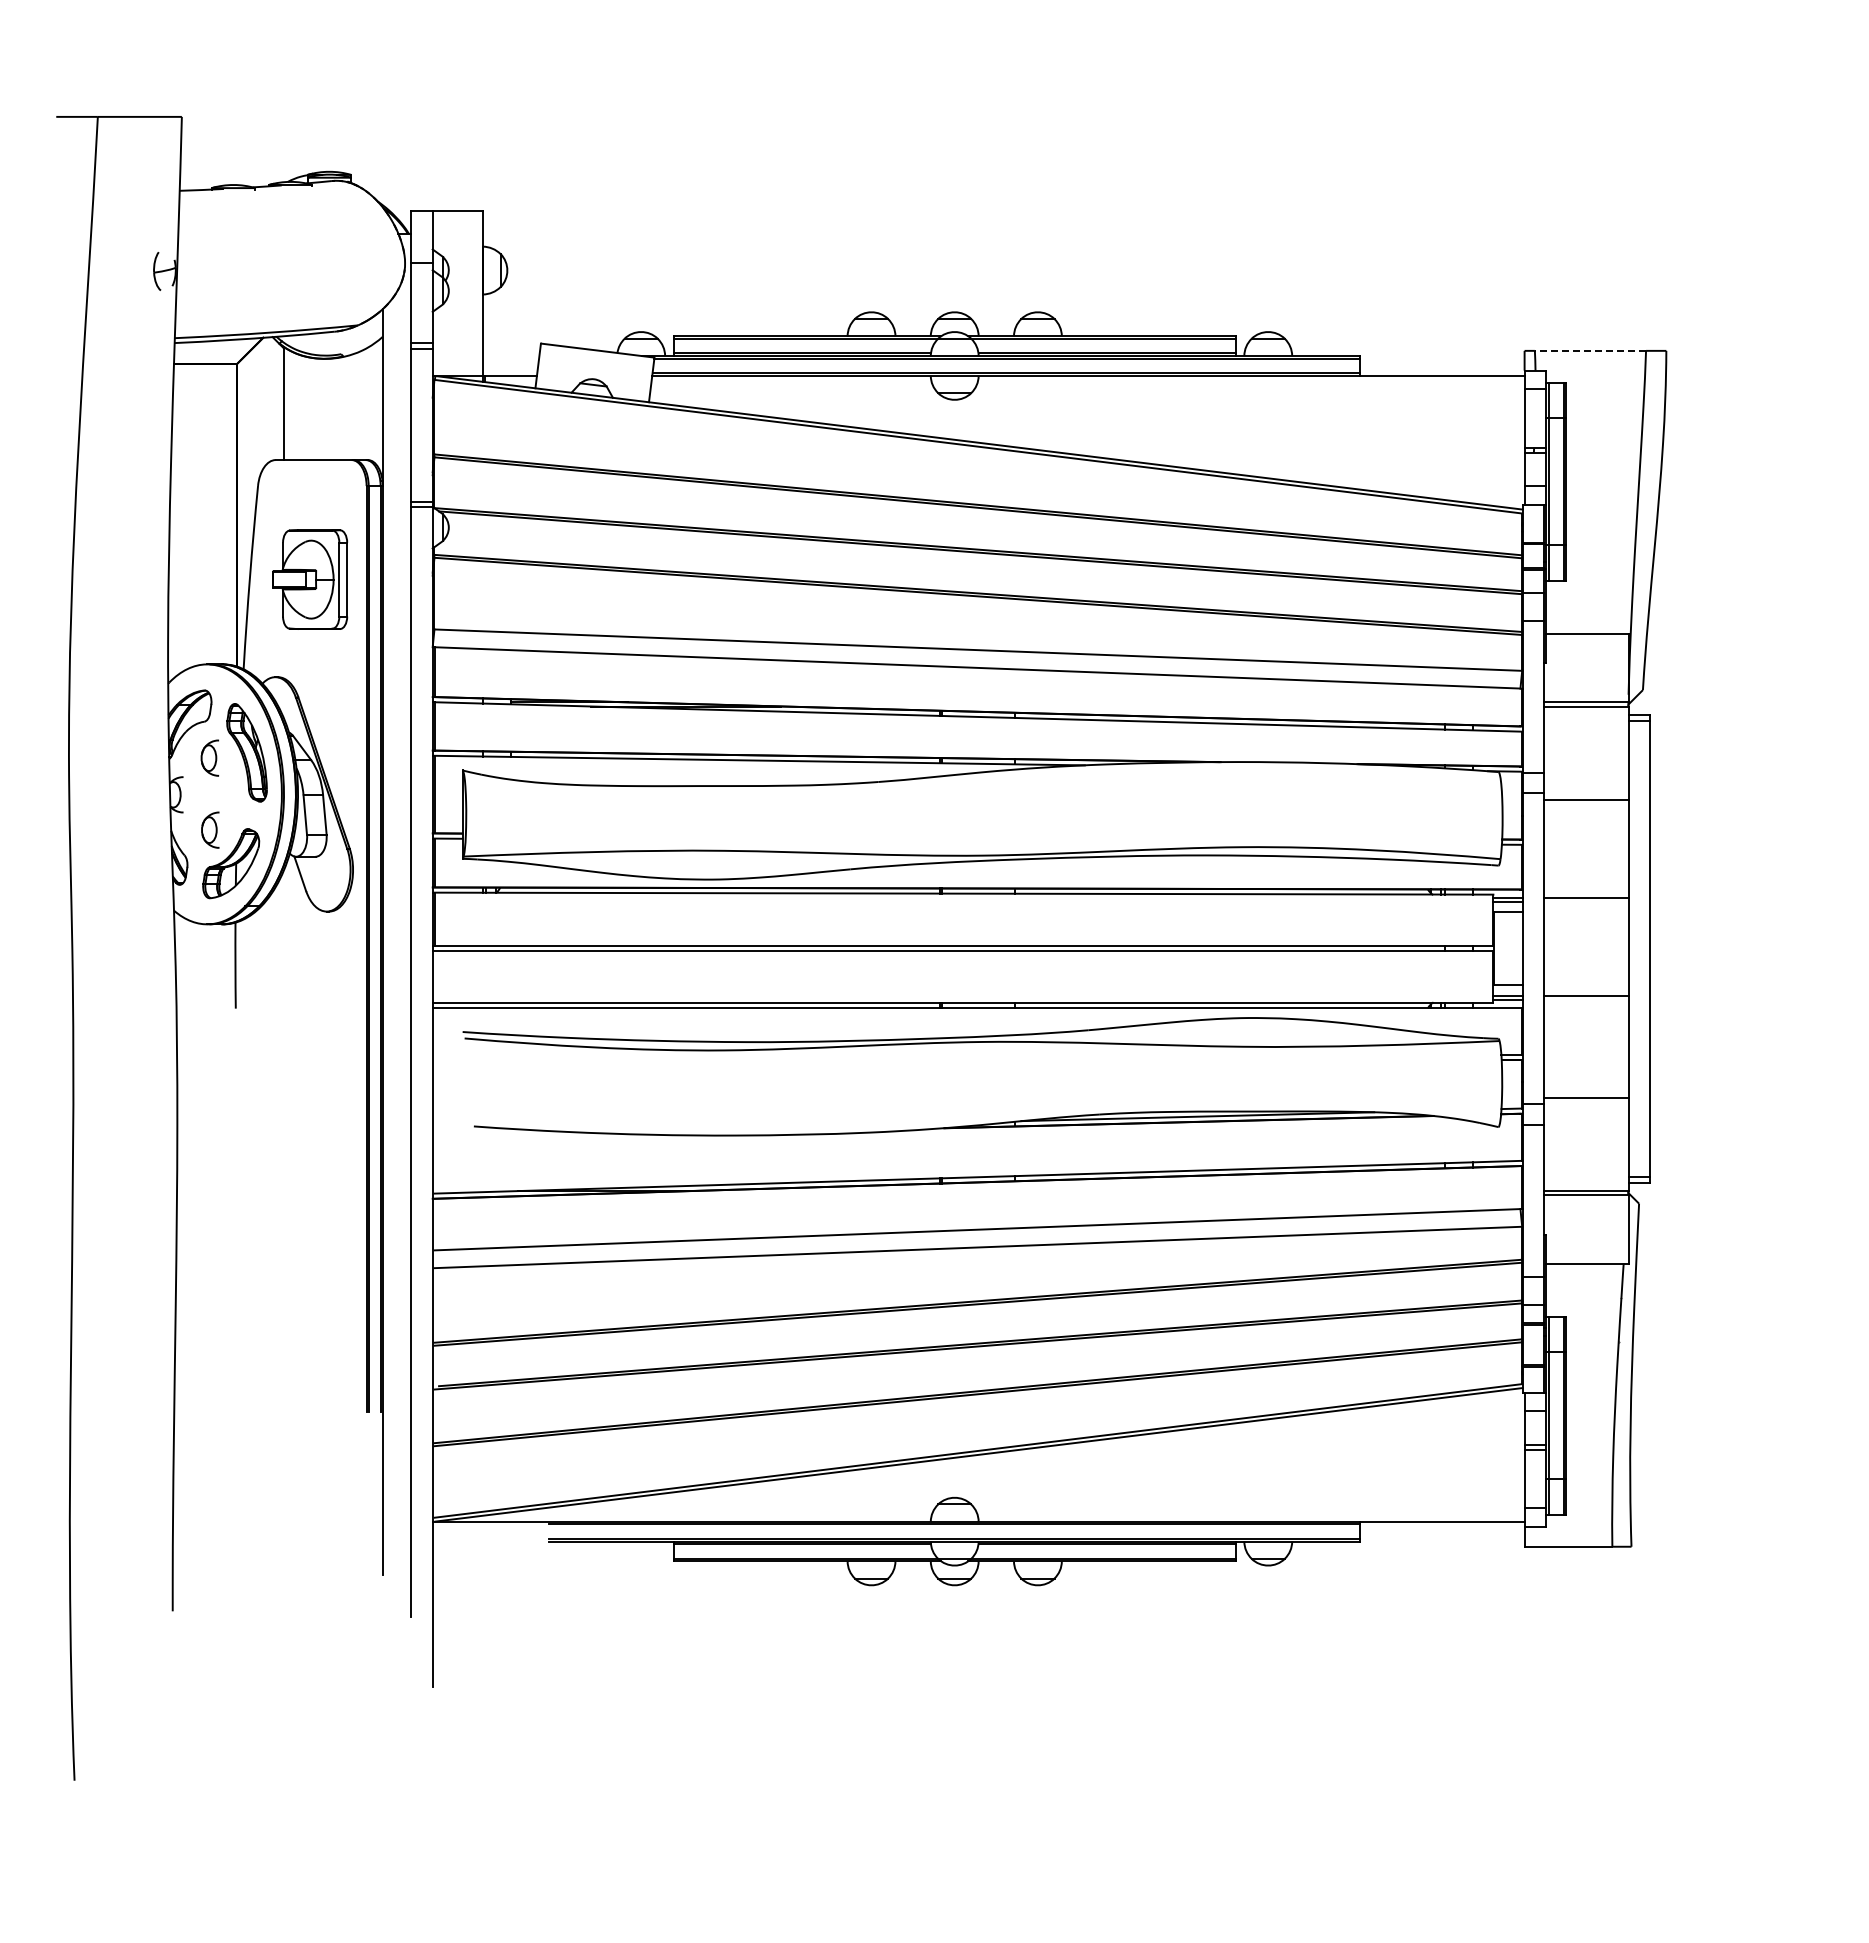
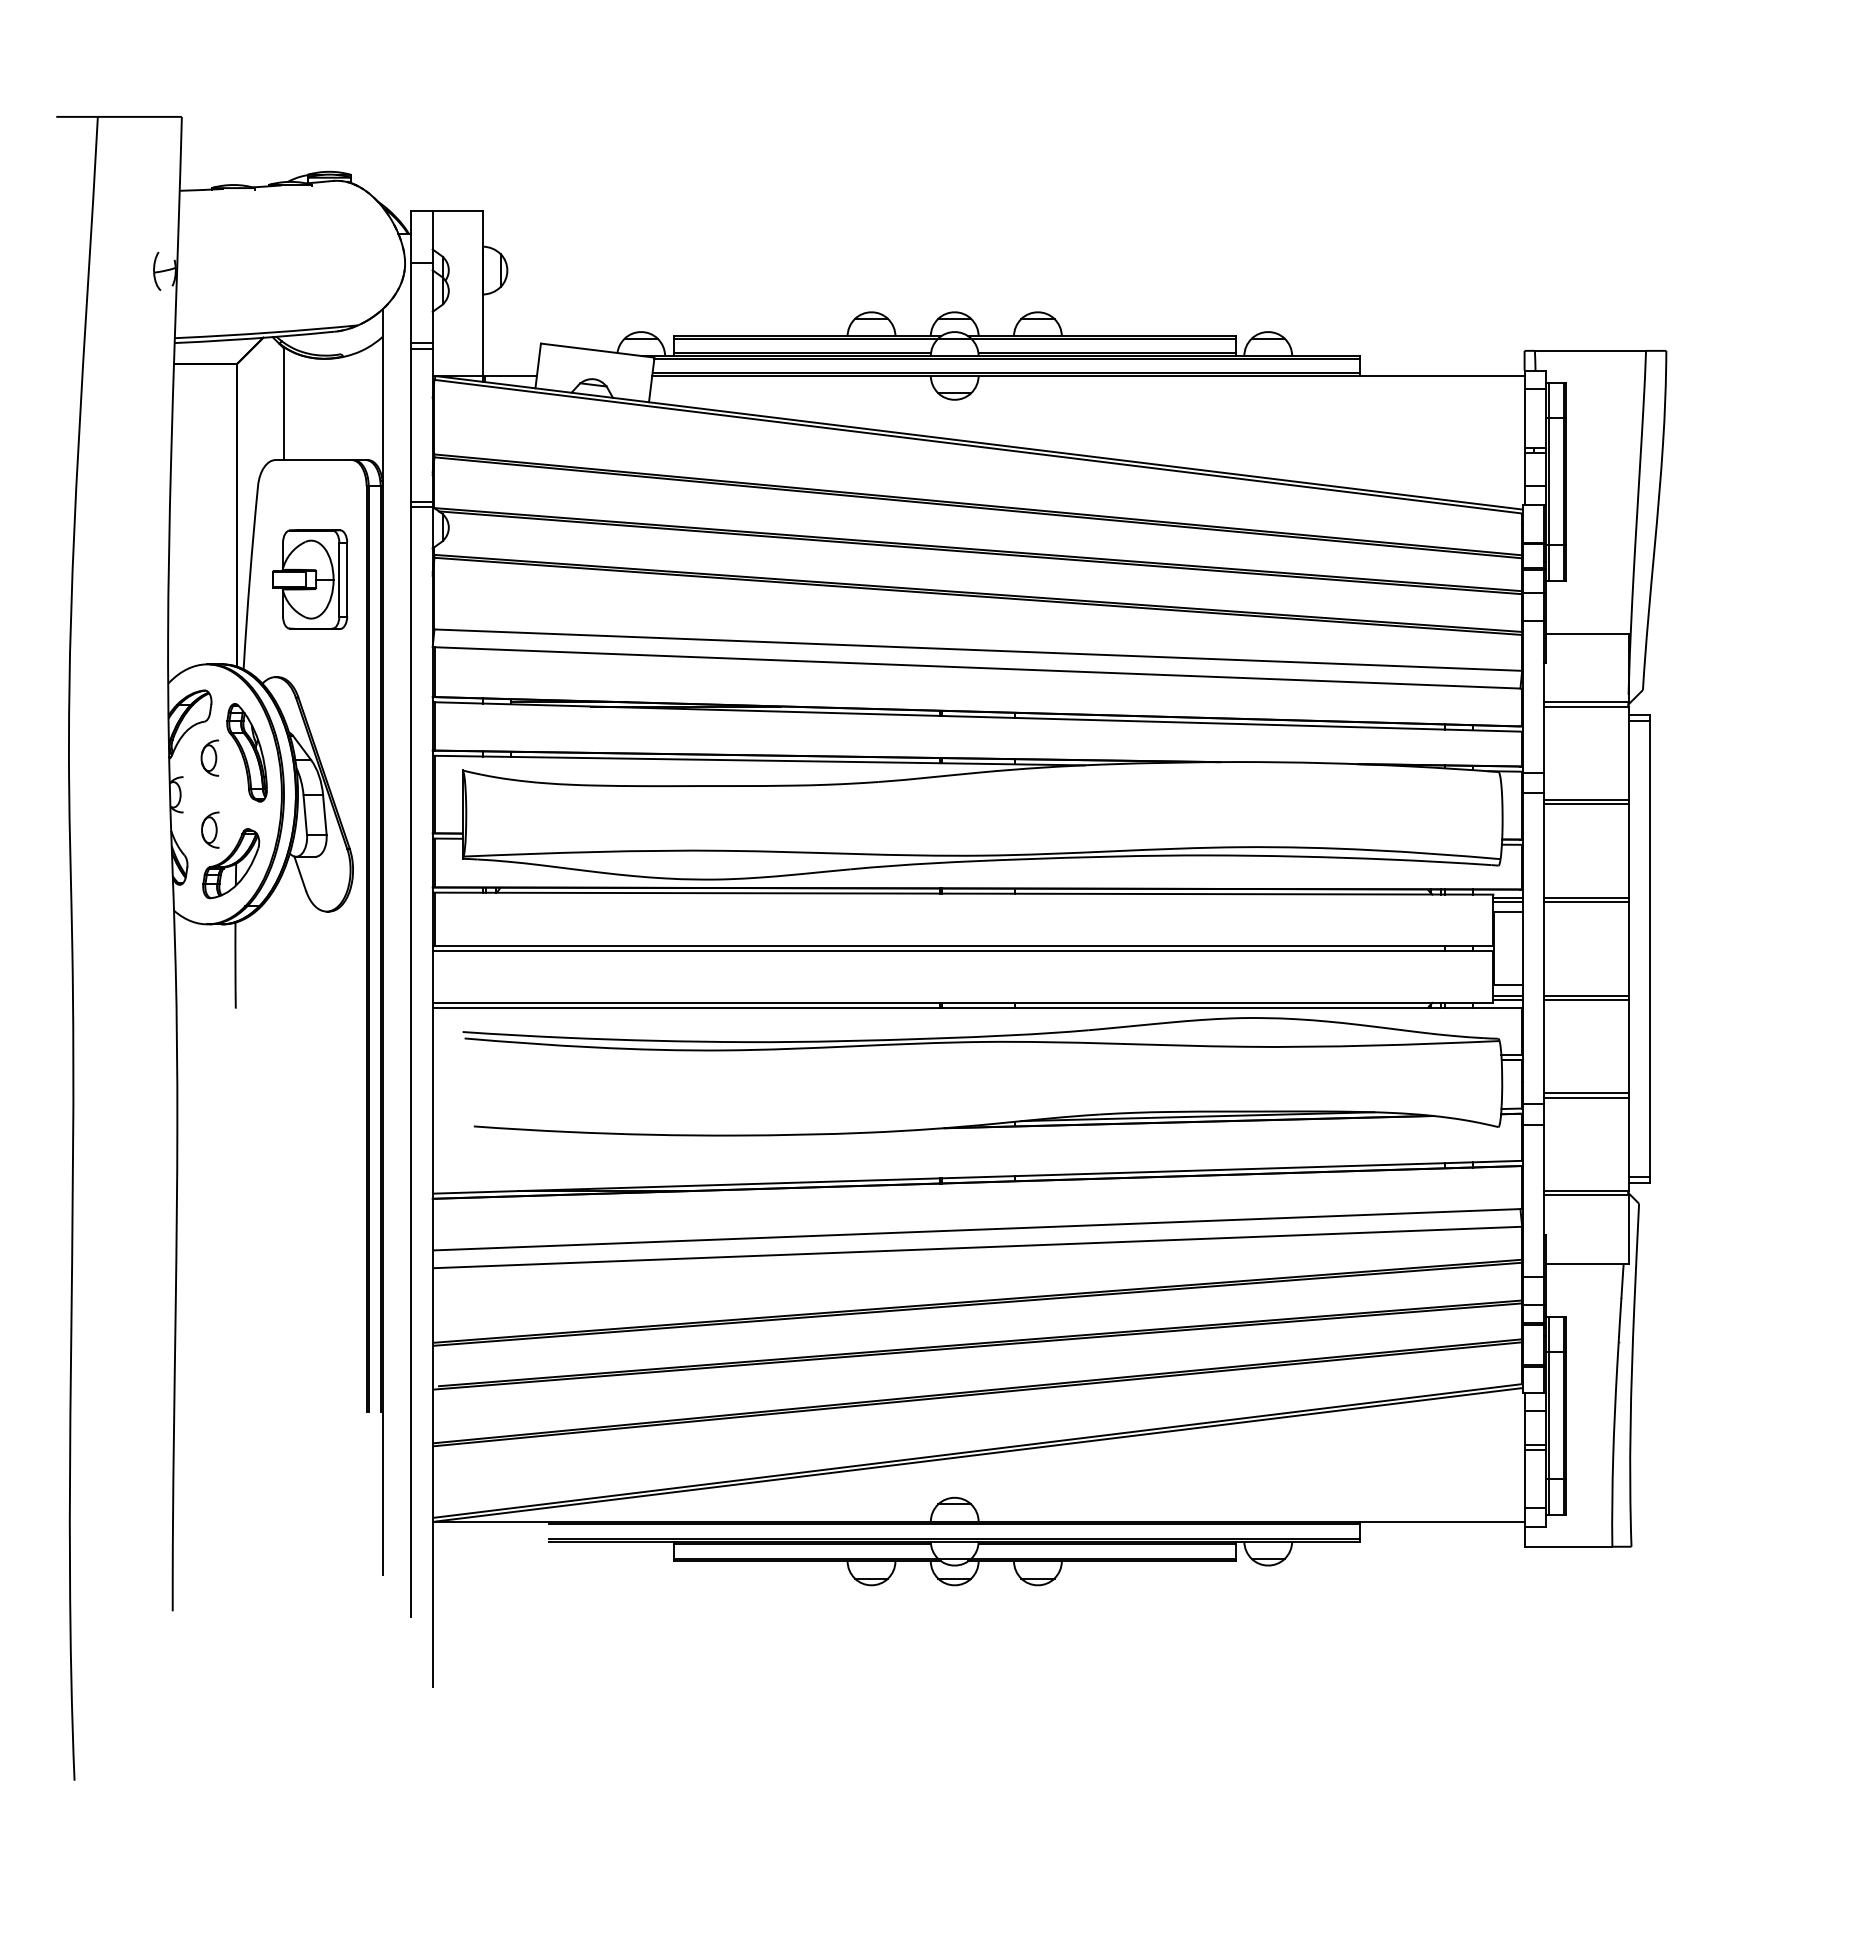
line at (1590, 350): dashed -> solid
line at (1586, 804): none -> present
line at (1586, 902): none -> present
line at (1586, 999): none -> present
line at (1586, 1093): none -> present
